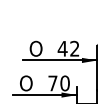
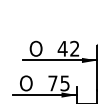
text at (64, 83): 70 -> 75
